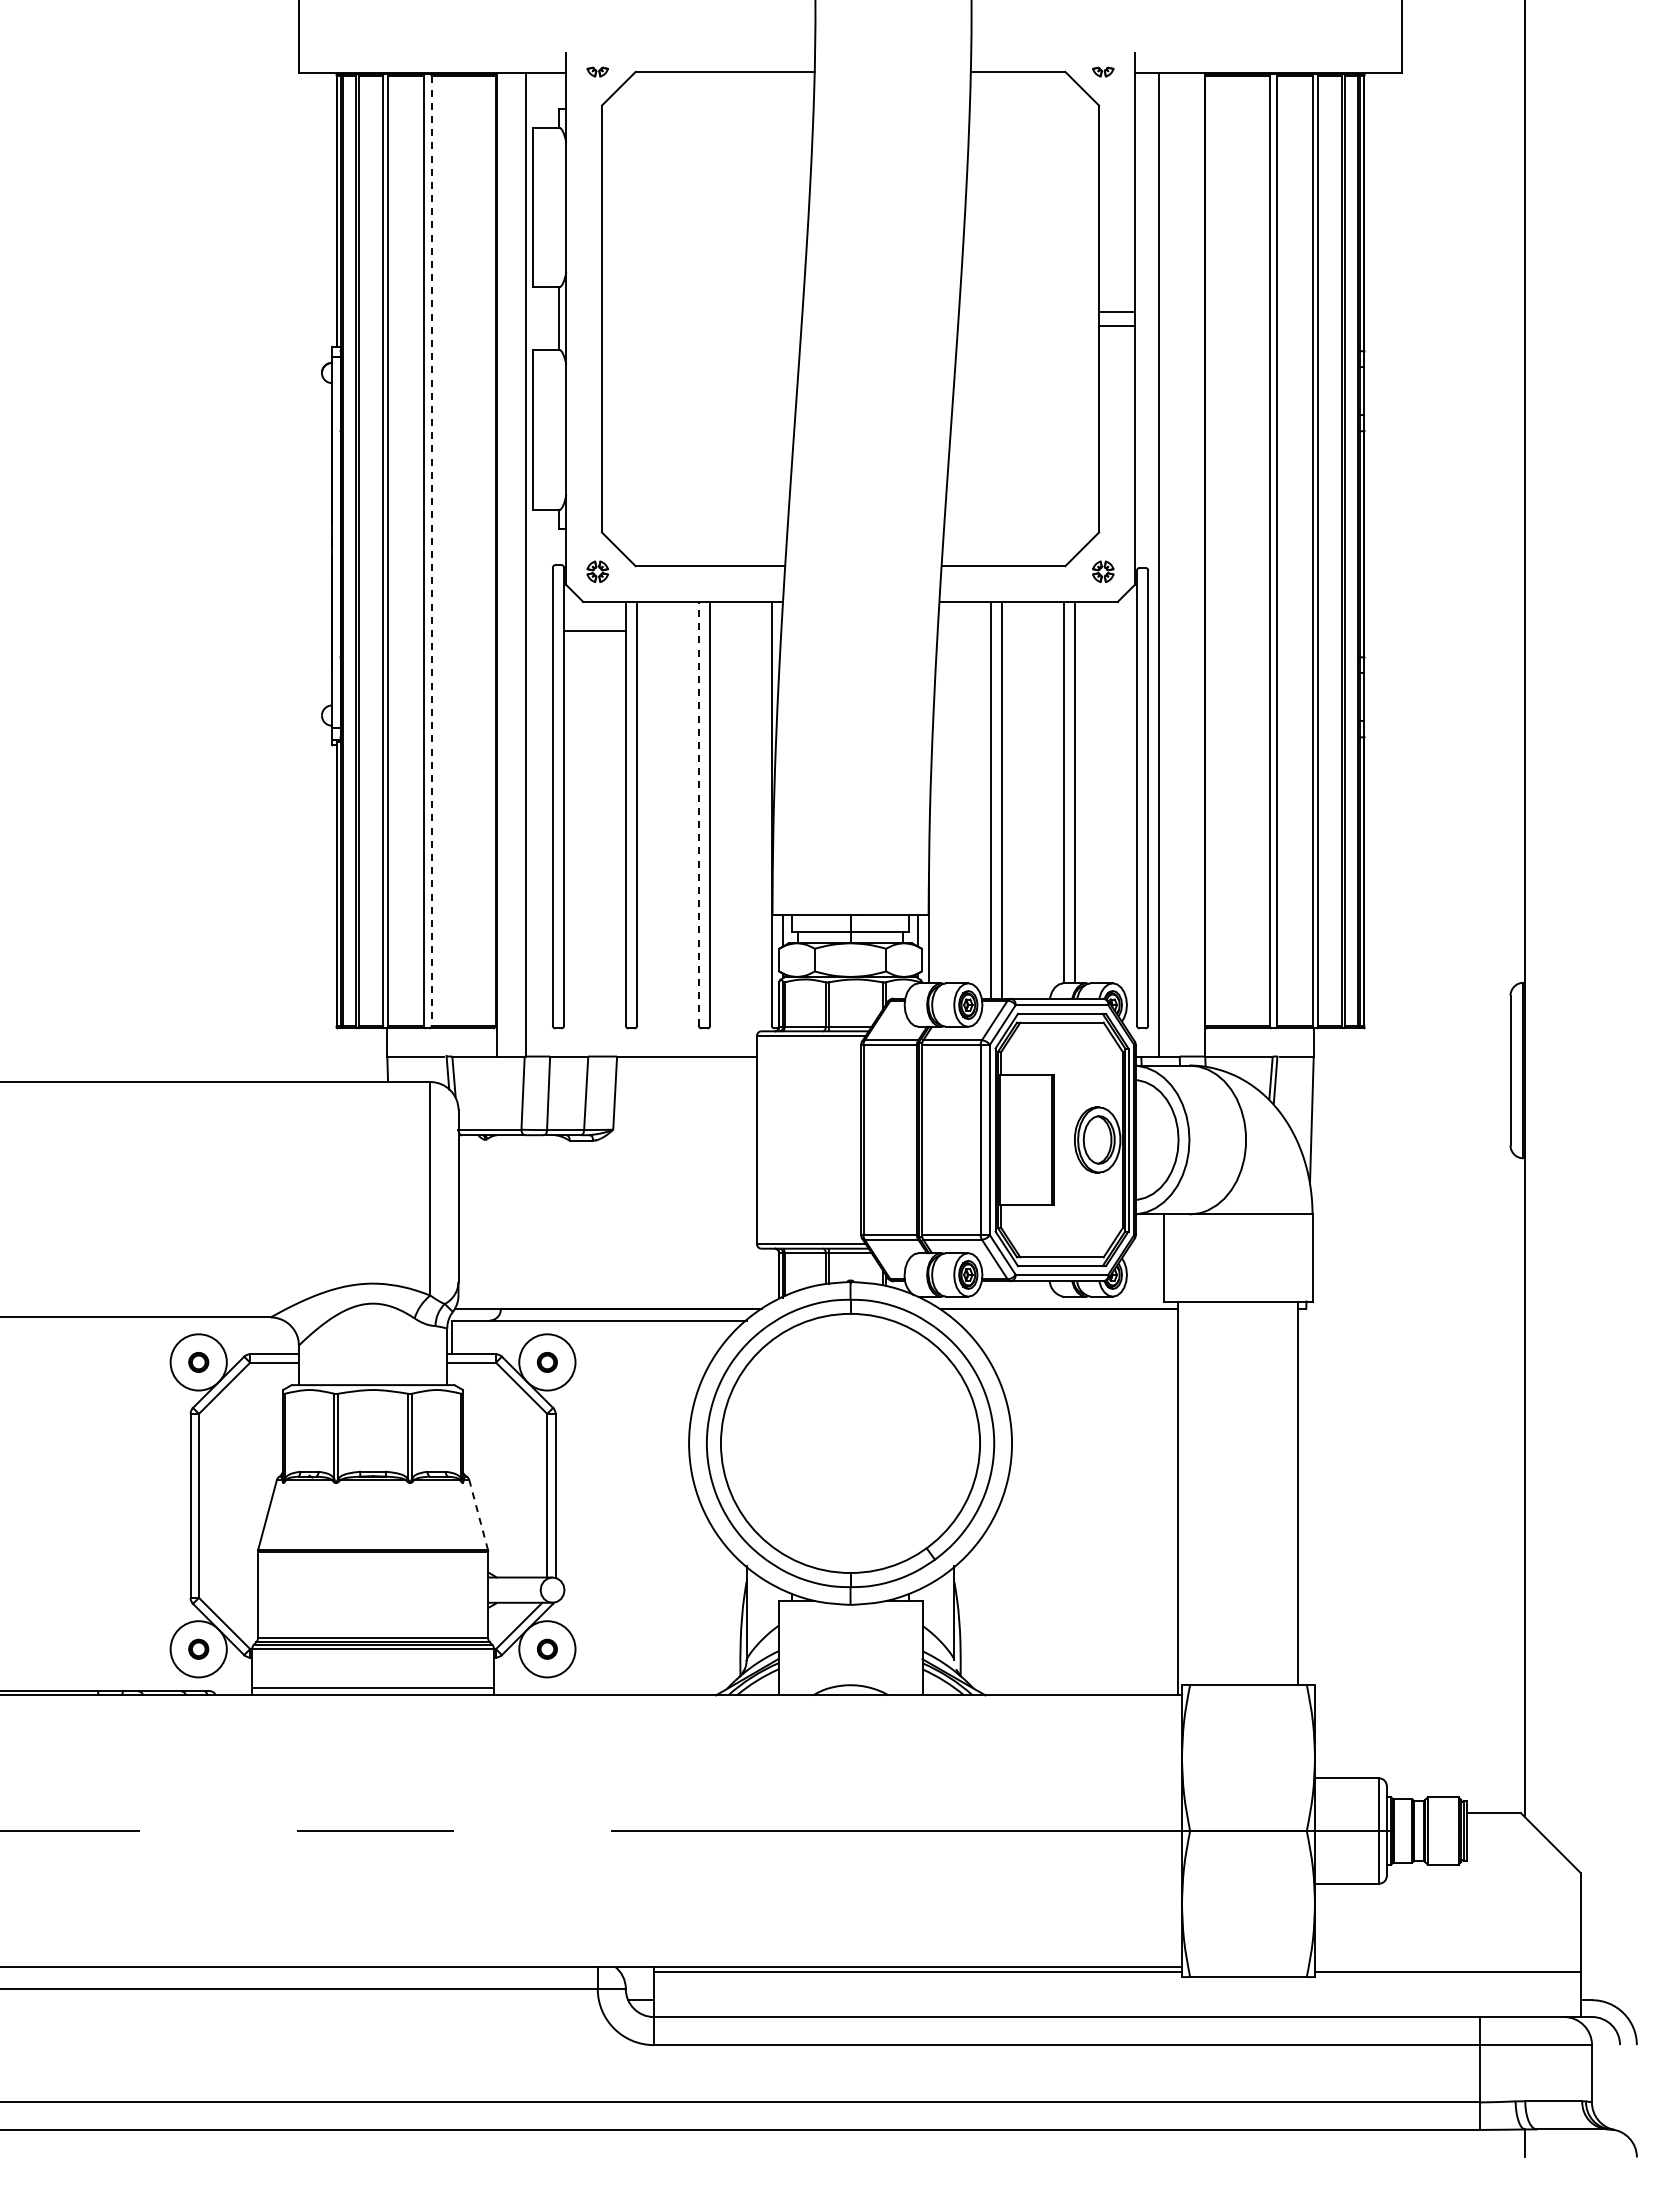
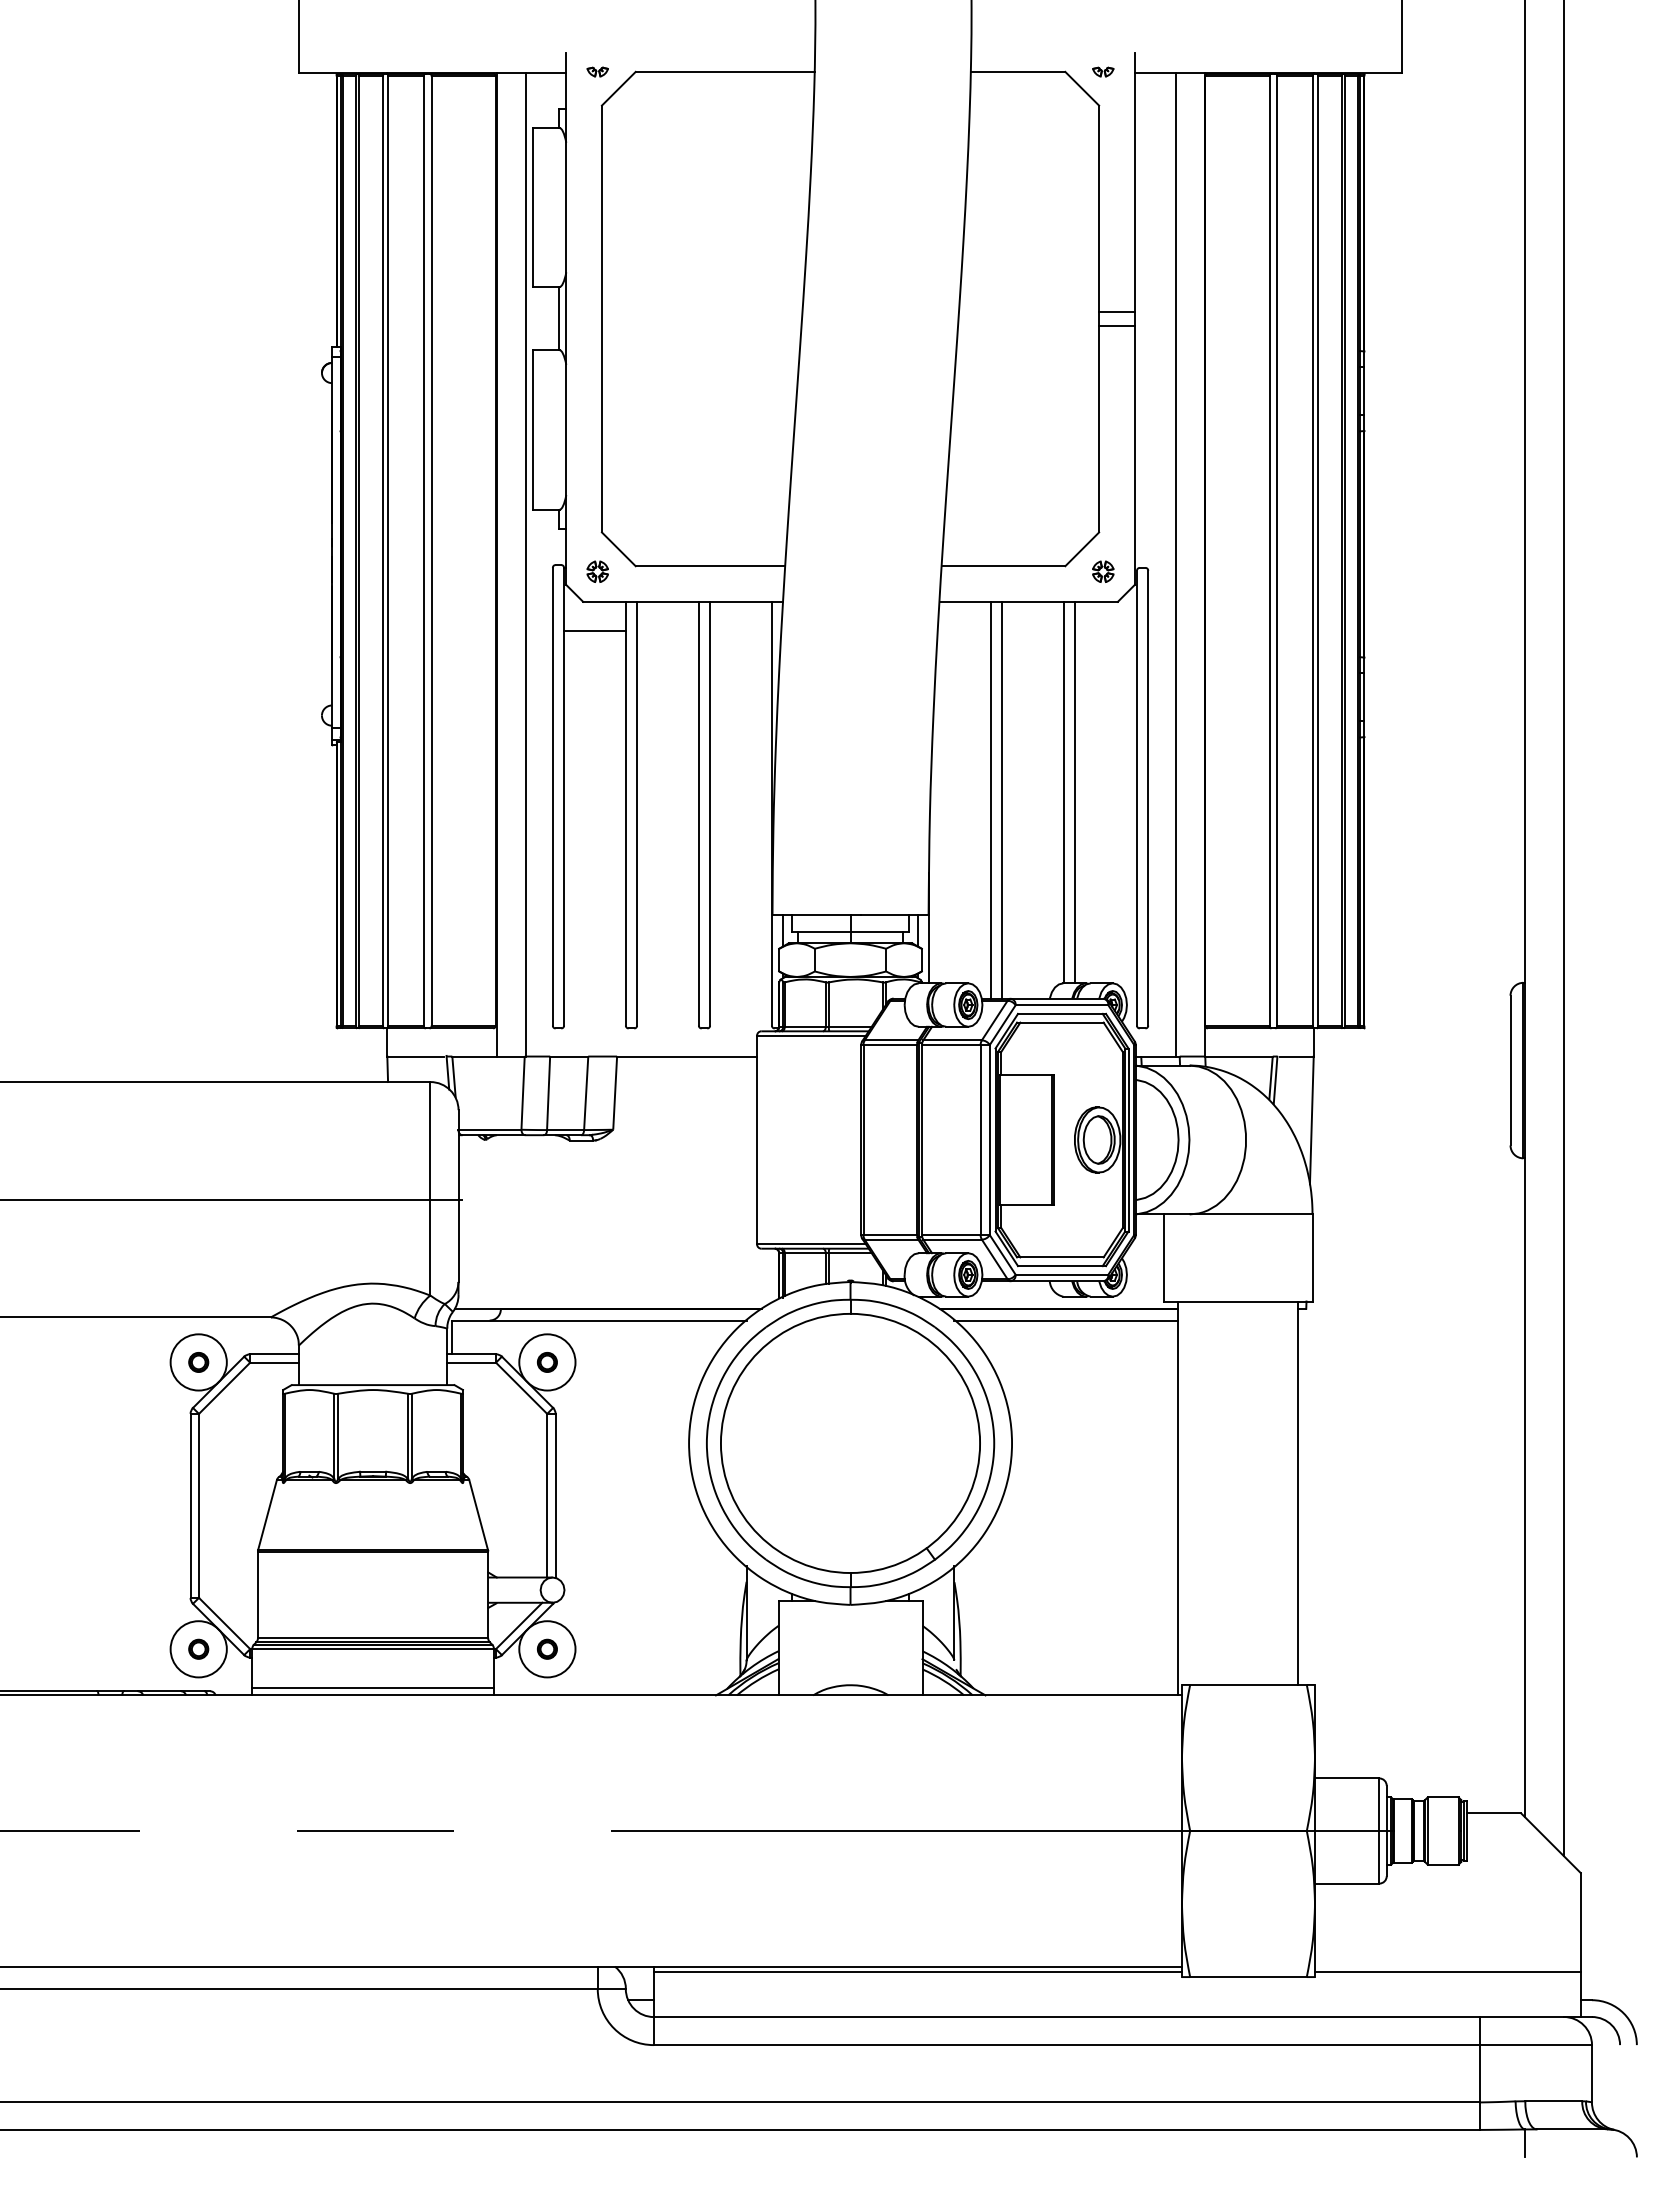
line at (431, 551): dashed -> solid
line at (1158, 564) position: (1158, 564) -> (1175, 564)
line at (698, 813): dashed -> solid
line at (1563, 929): none -> present
line at (232, 1199): none -> present
line at (1065, 1320): none -> present
line at (478, 1514): dashed -> solid
